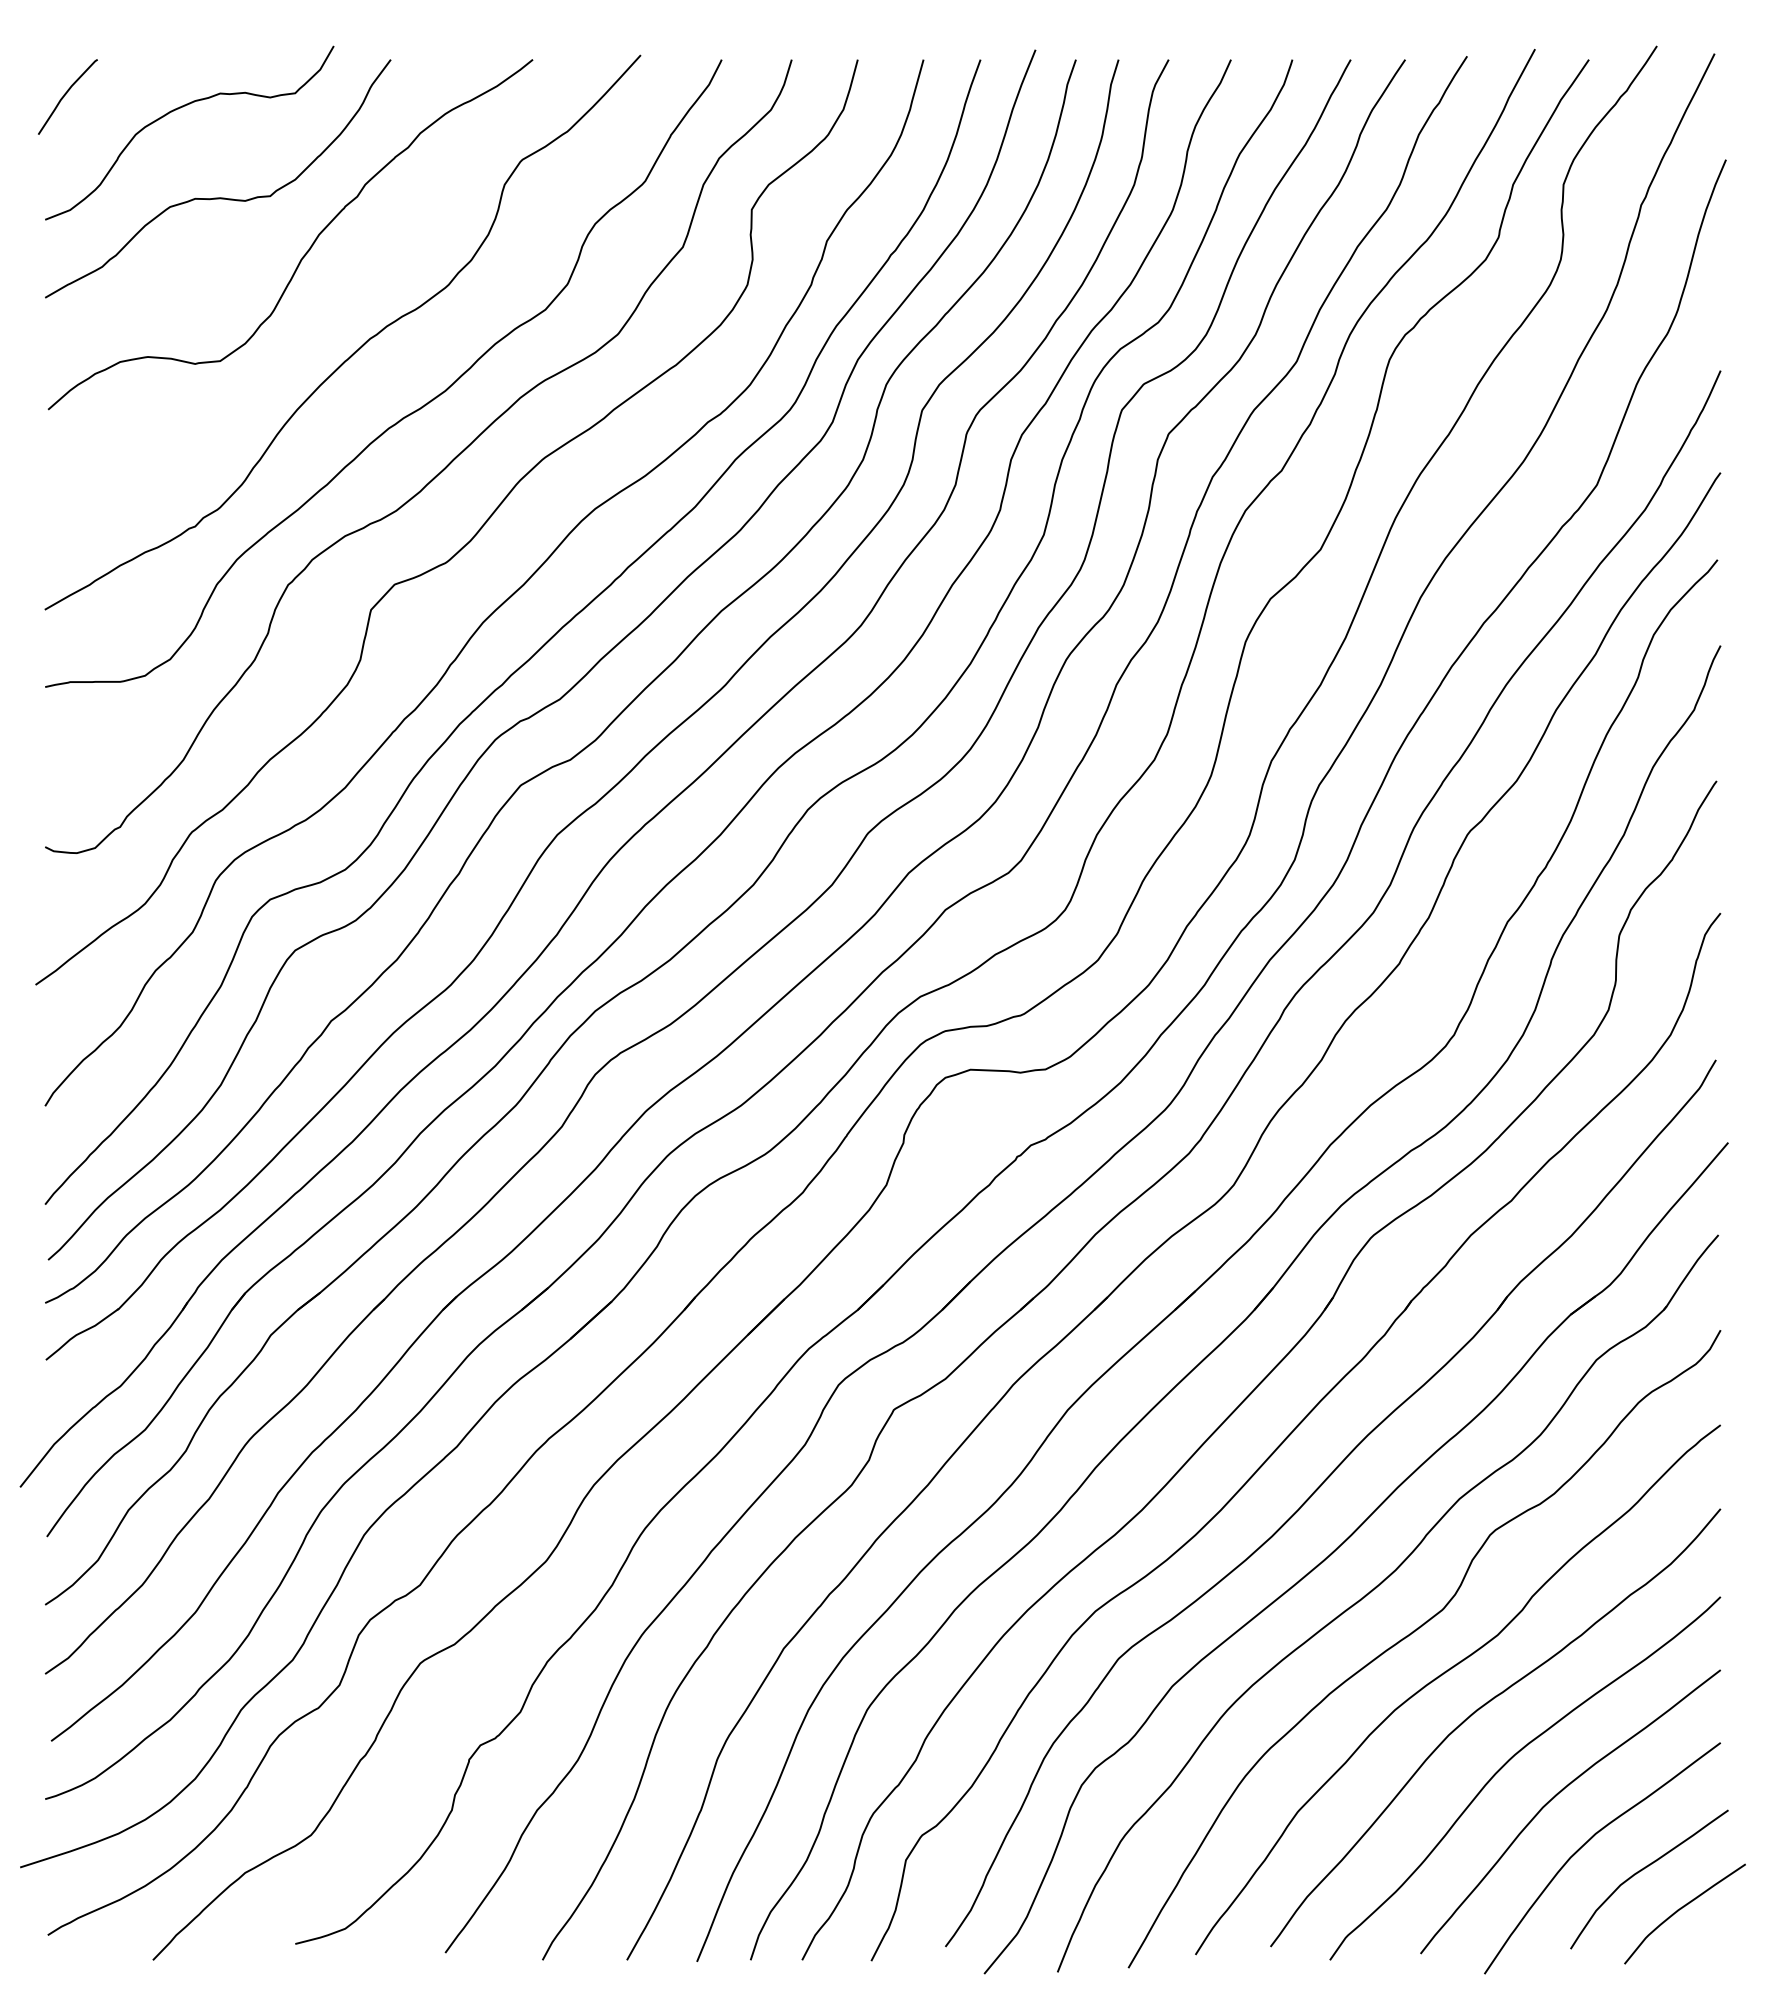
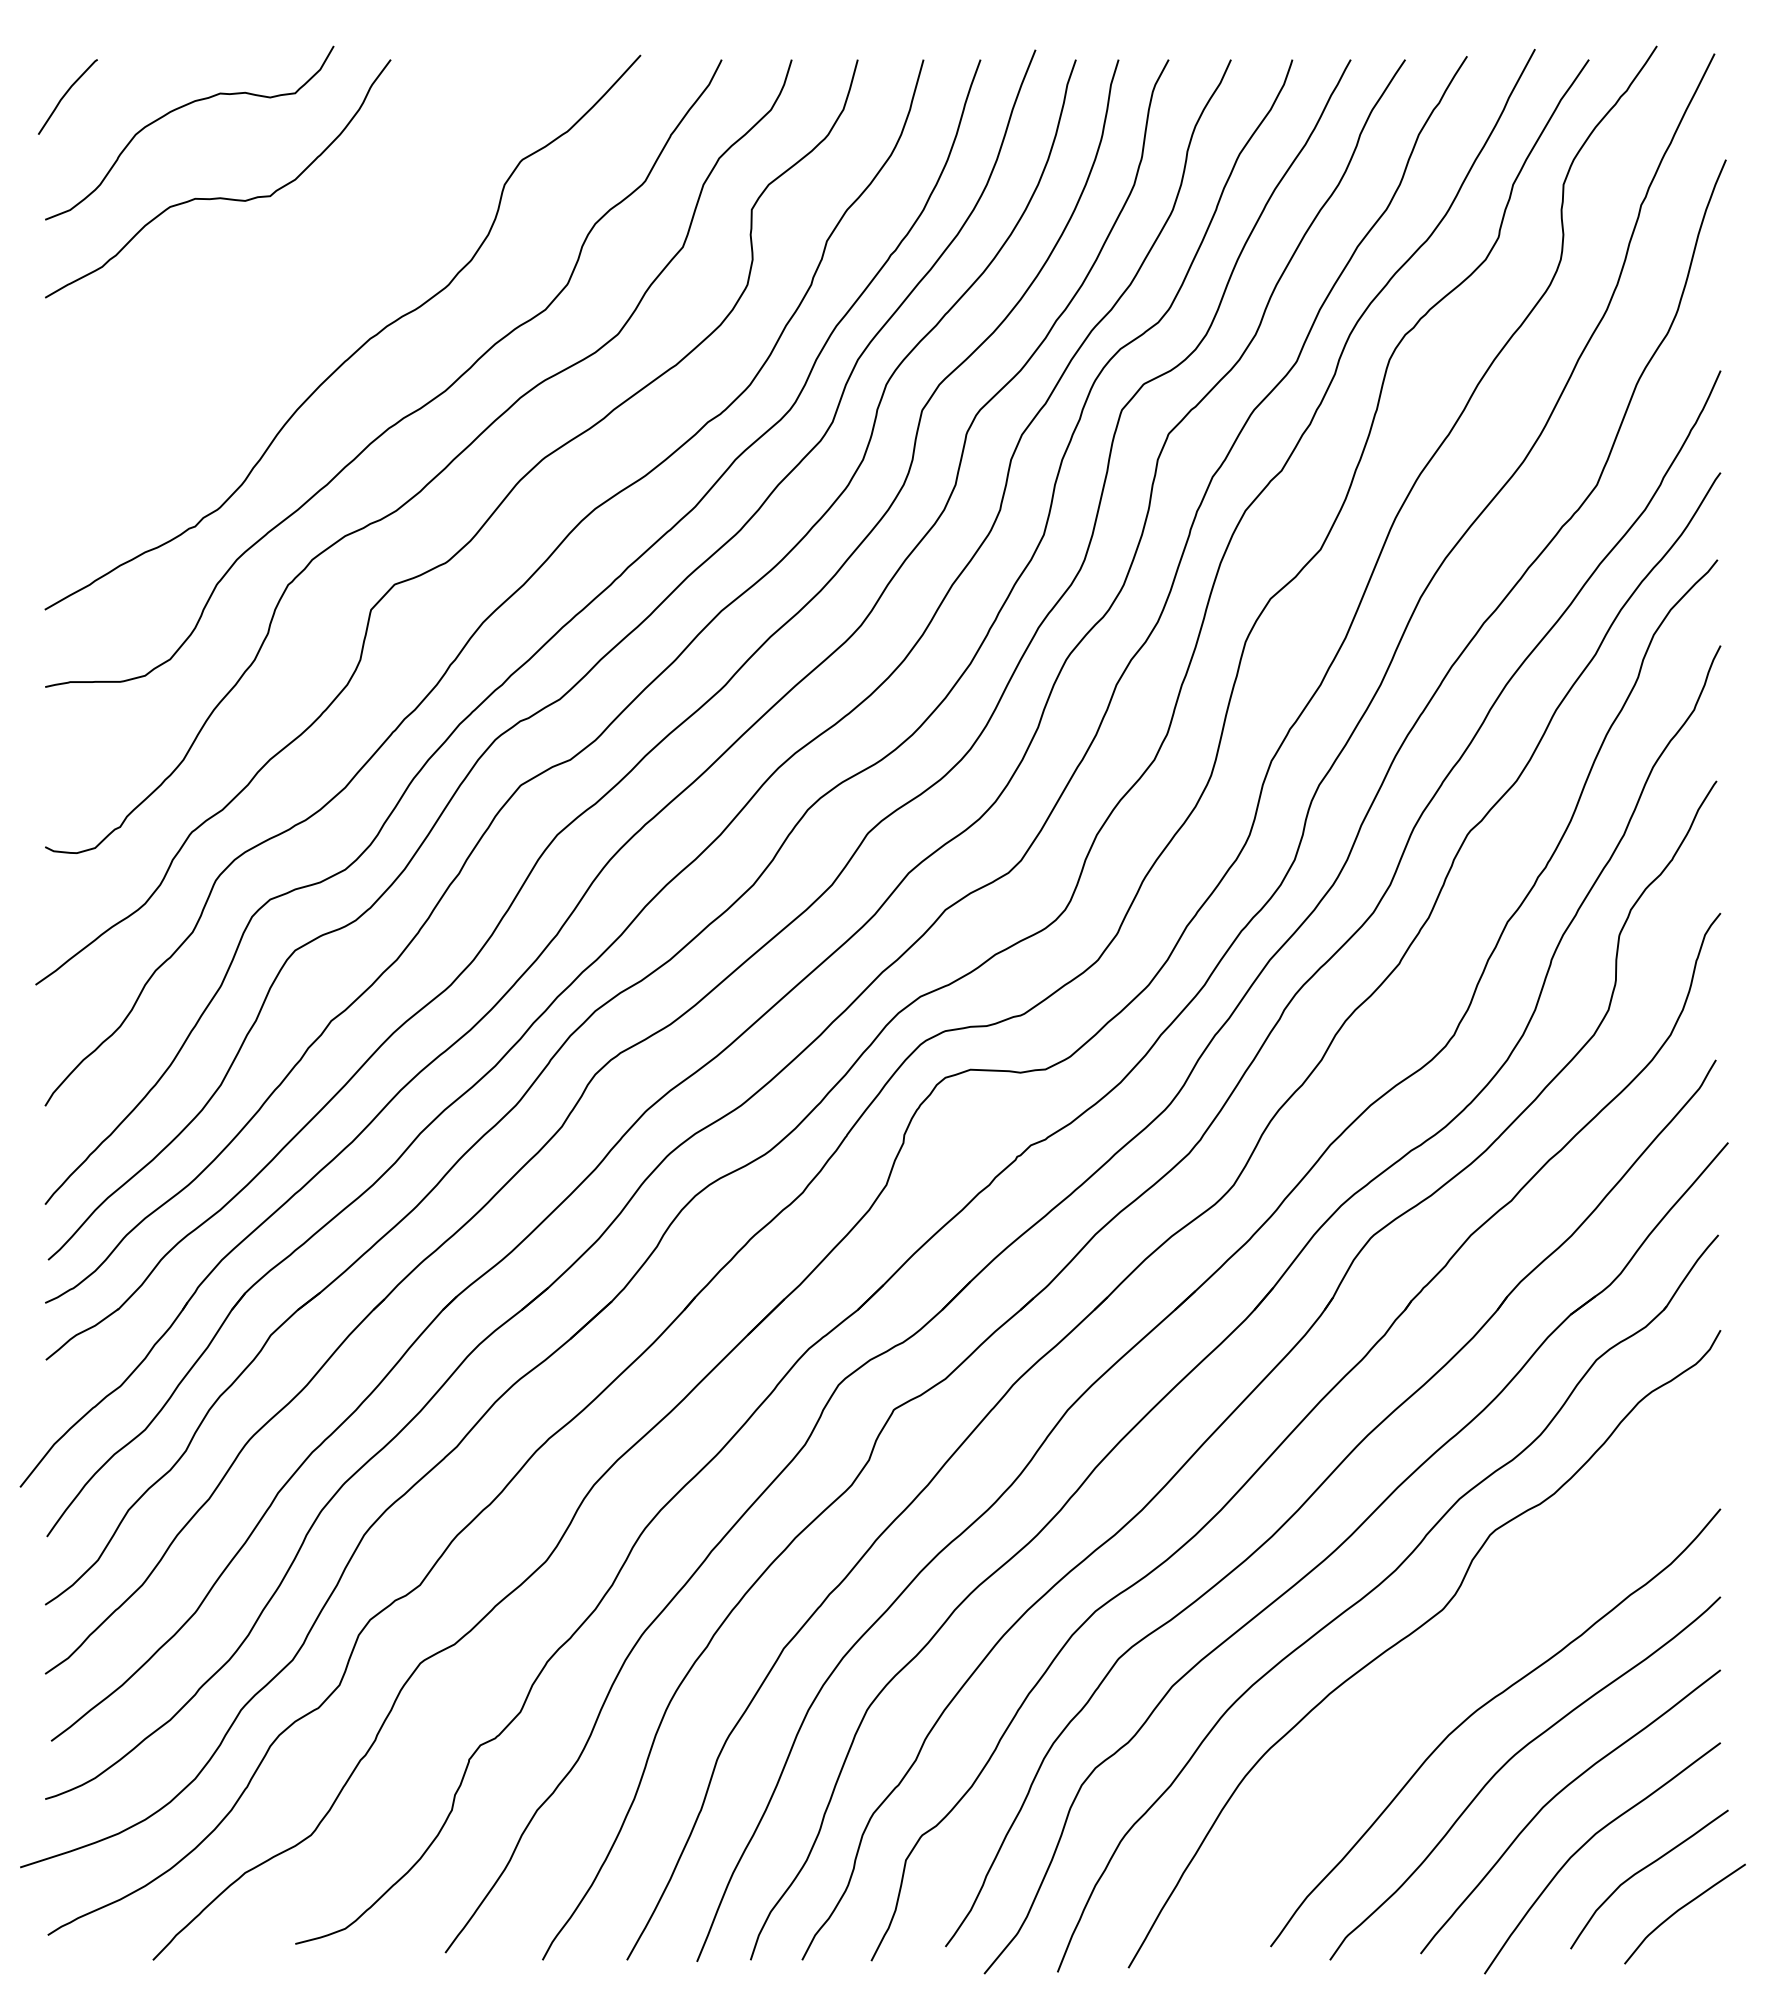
curve at (309, 247): present -> none
curve at (1445, 1673): present -> none
